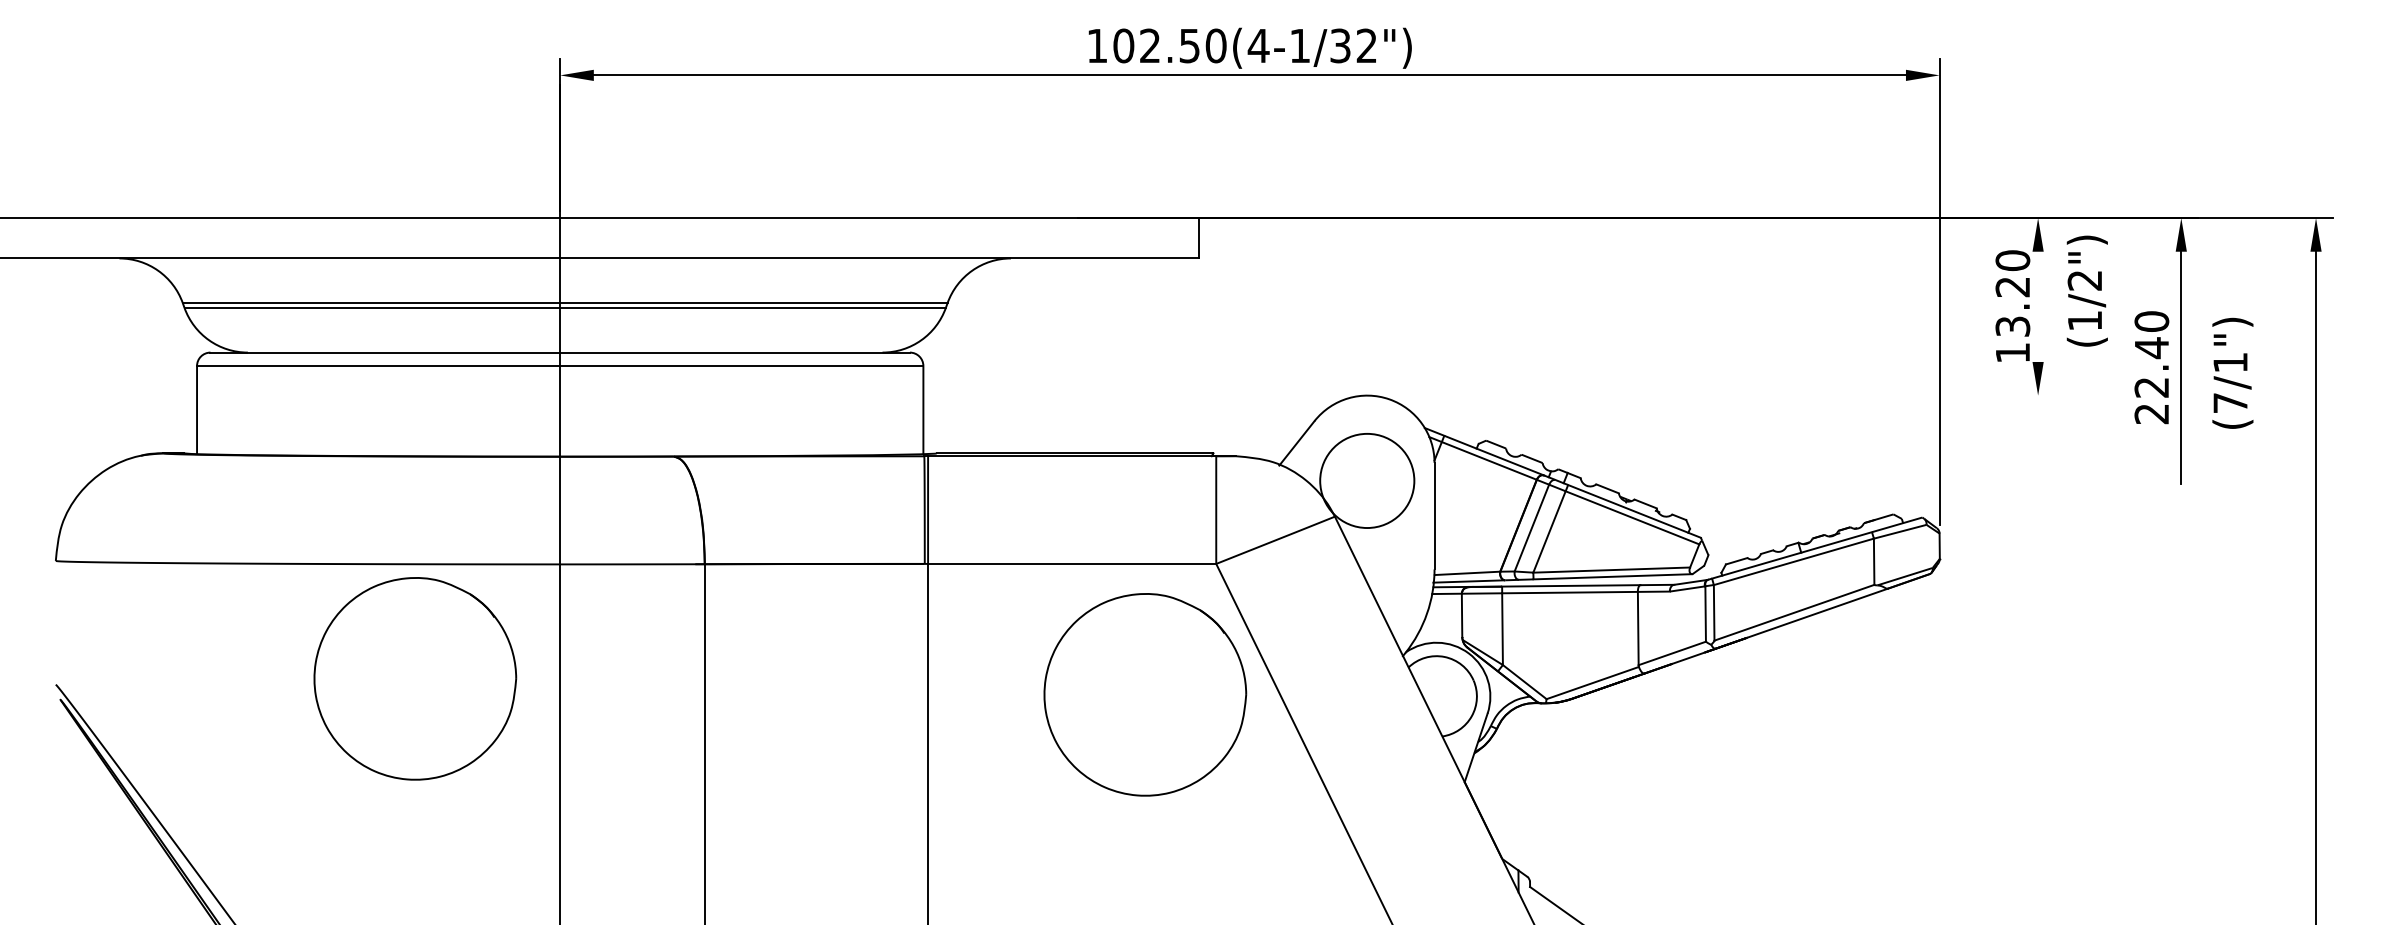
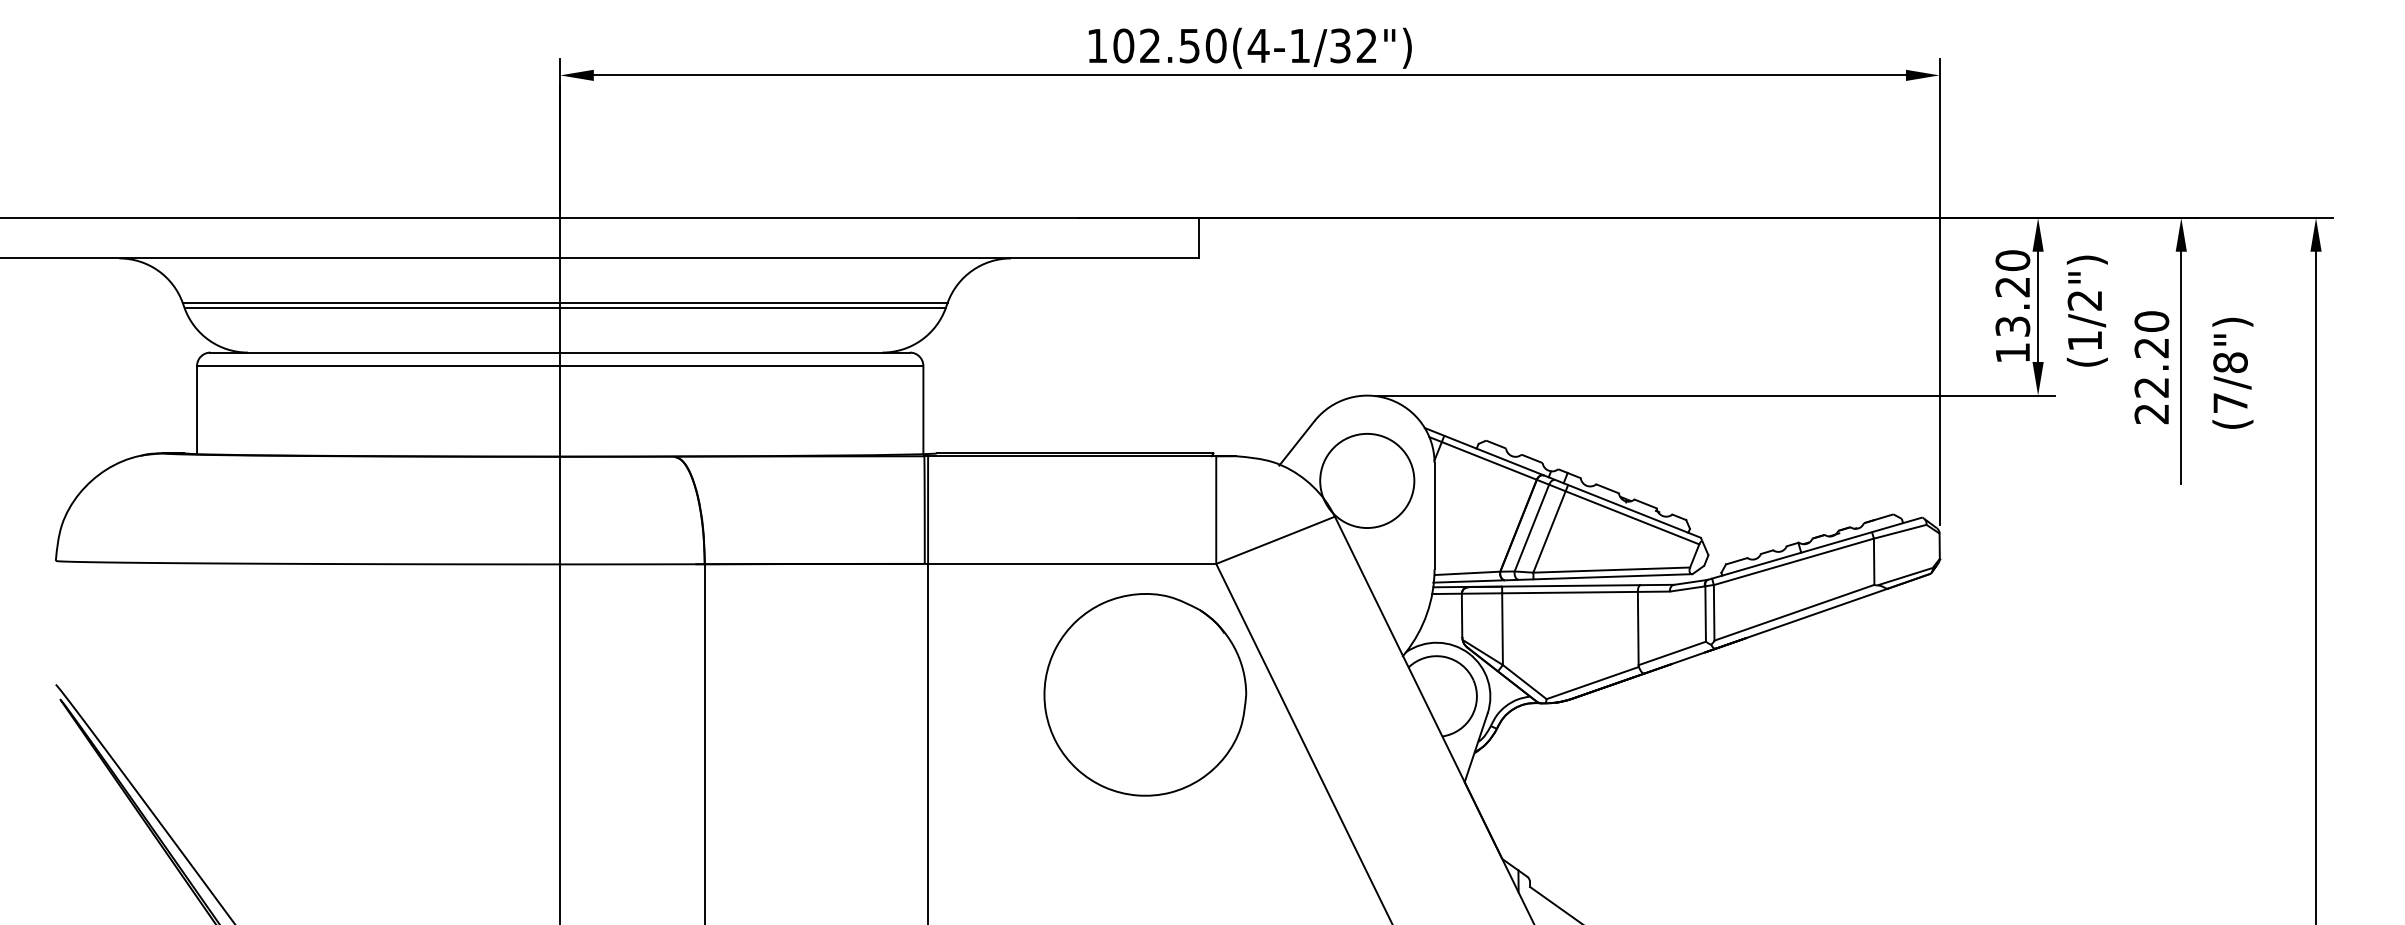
text at (2086, 290) position: (2086, 290) -> (2086, 310)
line at (2038, 306): none -> present
text at (2151, 348): 22.40 -> 22.20
text at (2230, 362): (7/1") -> (7/8")
line at (1714, 395): none -> present
part at (415, 678): present -> none
